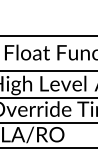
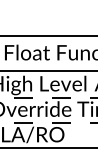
line at (49, 97): solid -> dashed
line at (49, 123): solid -> dashed
